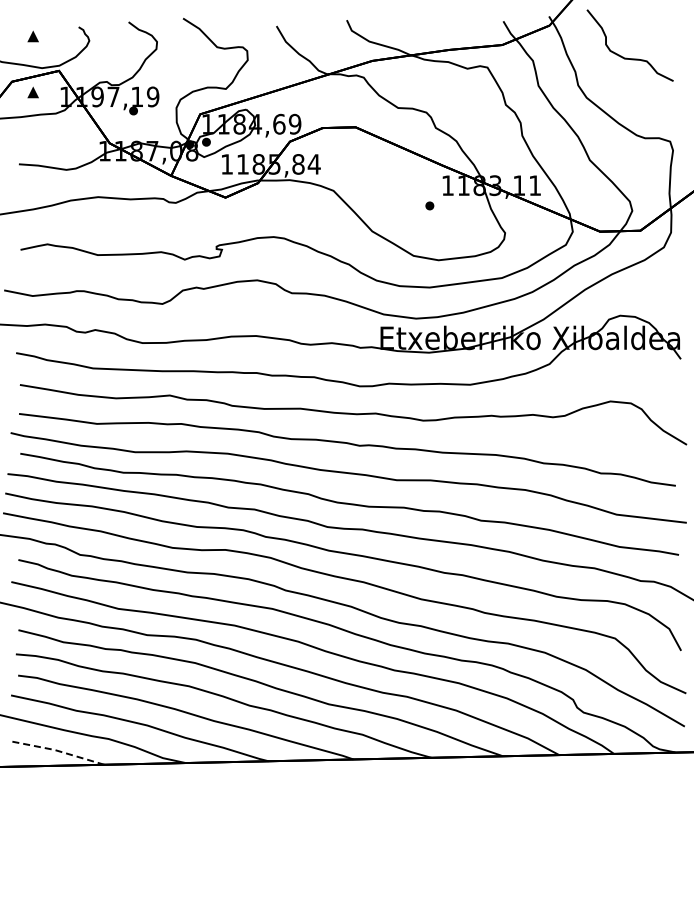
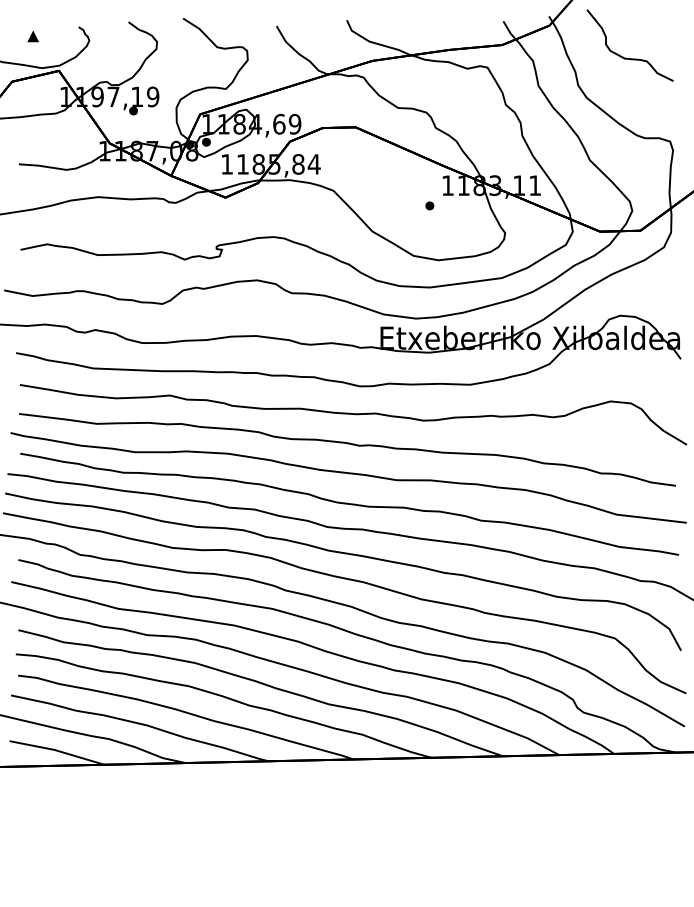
part at (32, 92): present -> none
line at (57, 750): dashed -> solid
